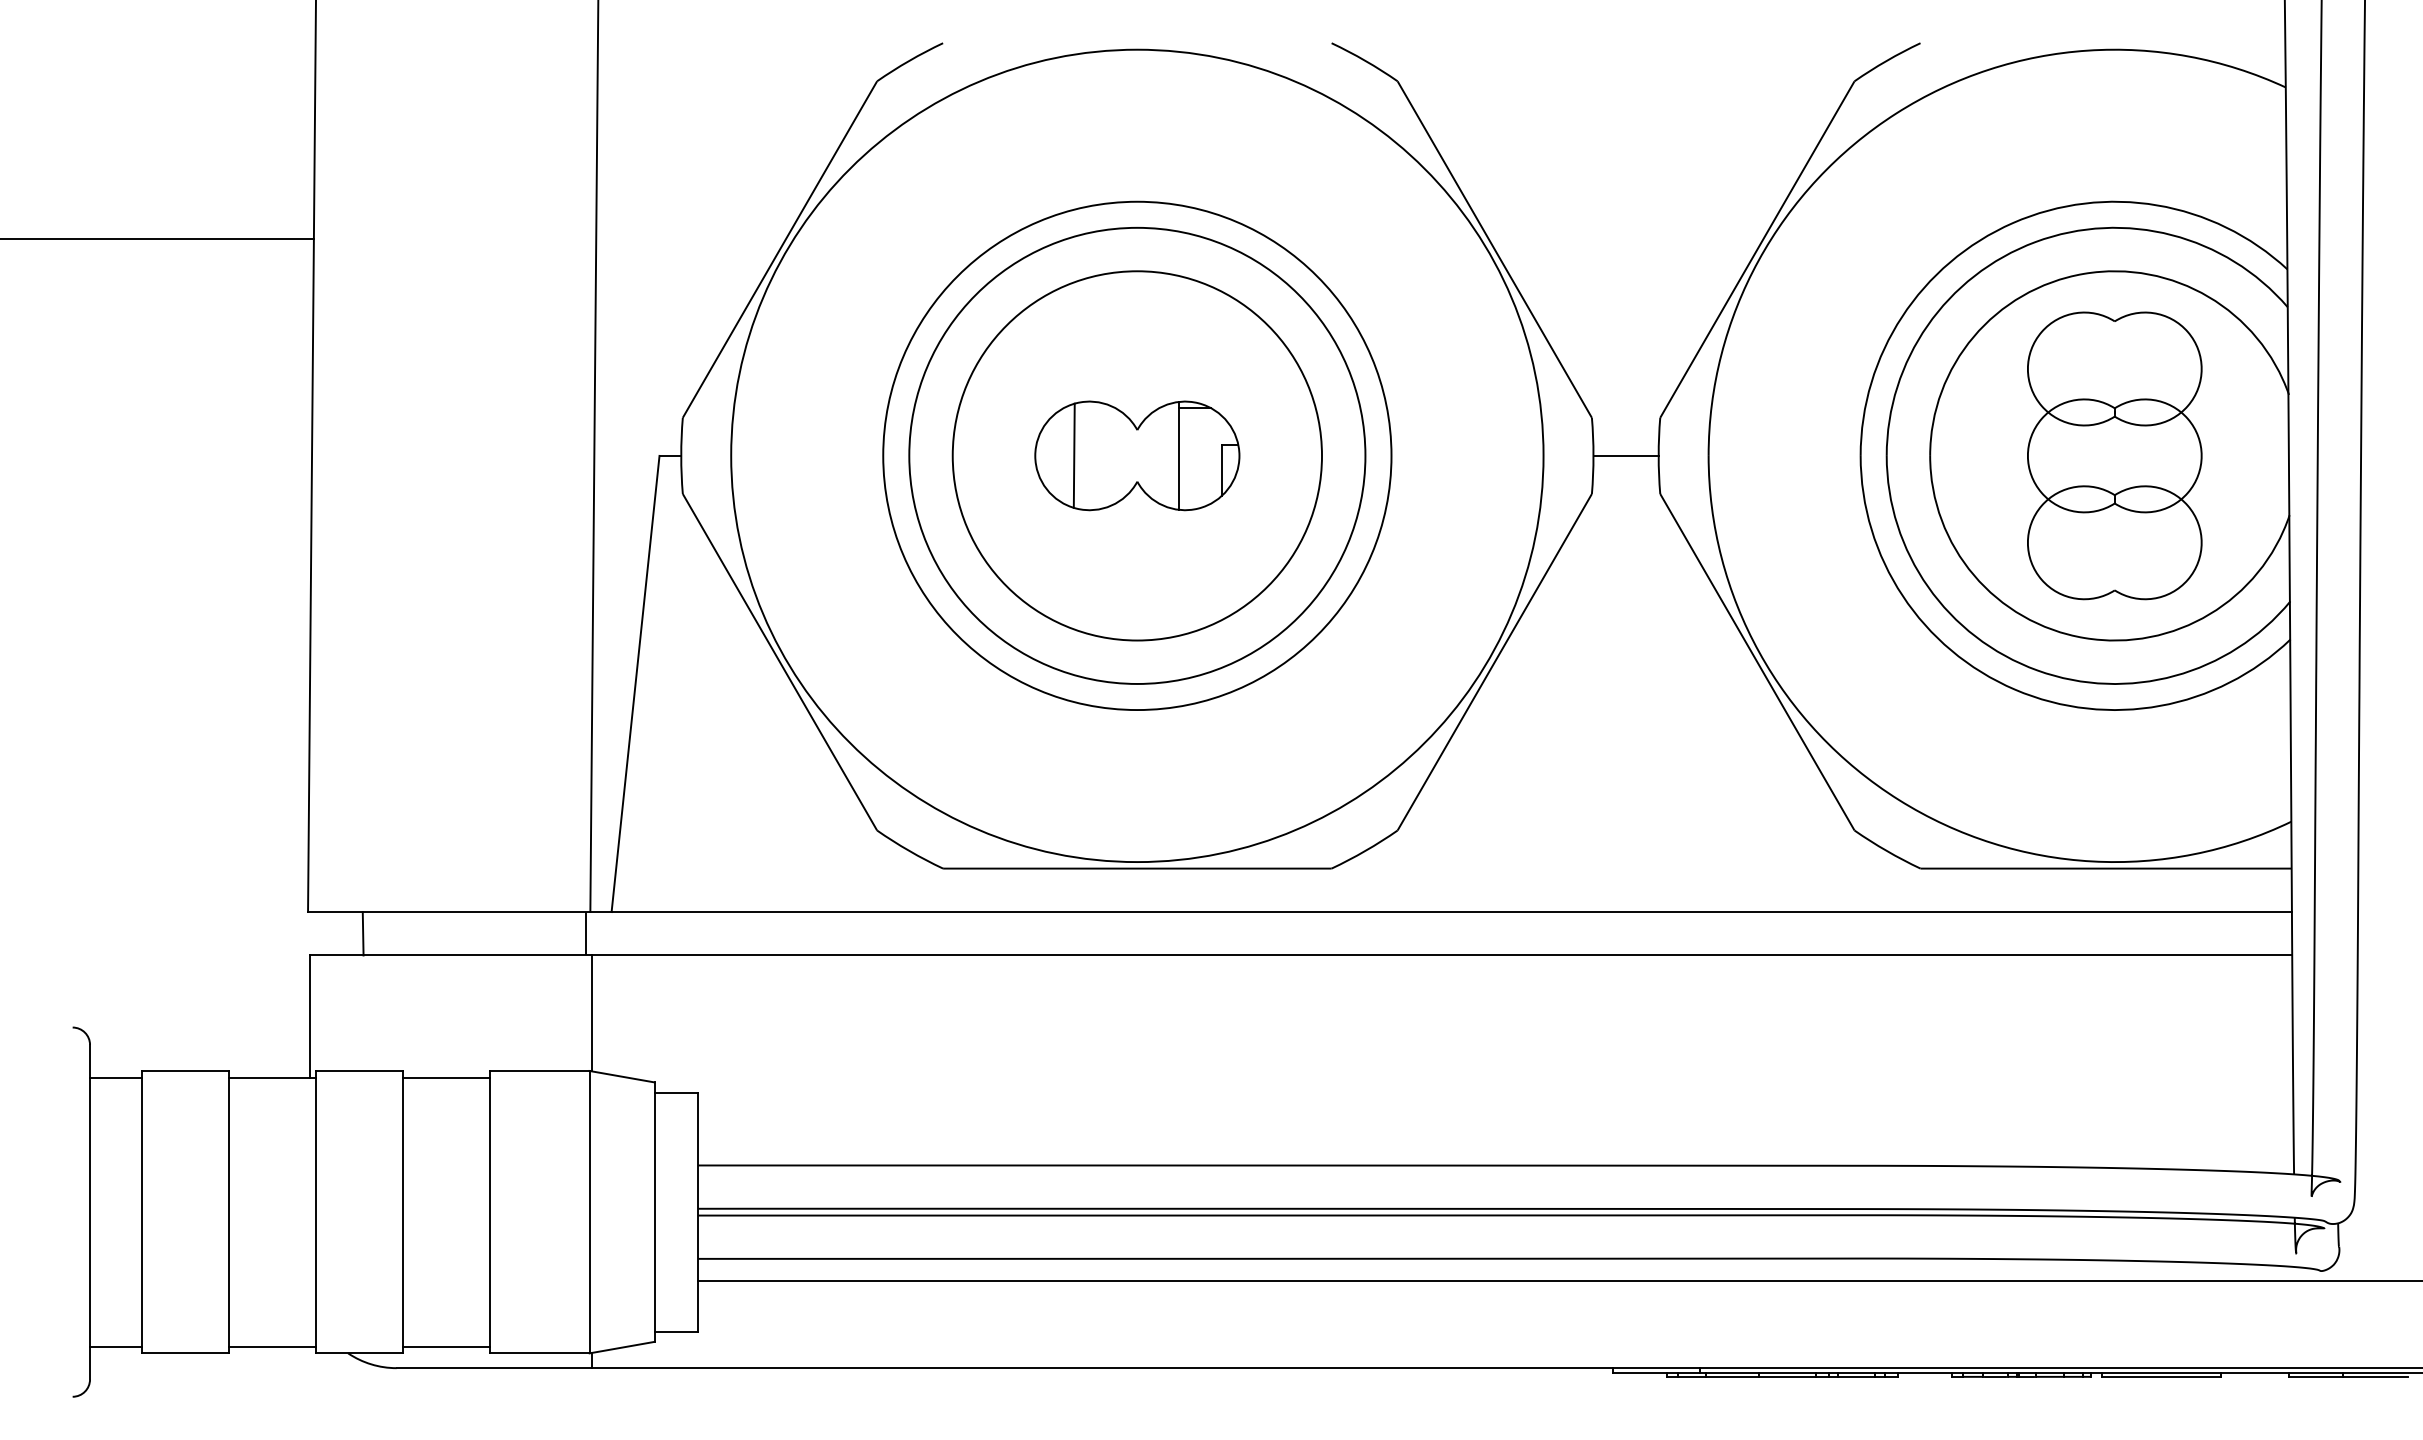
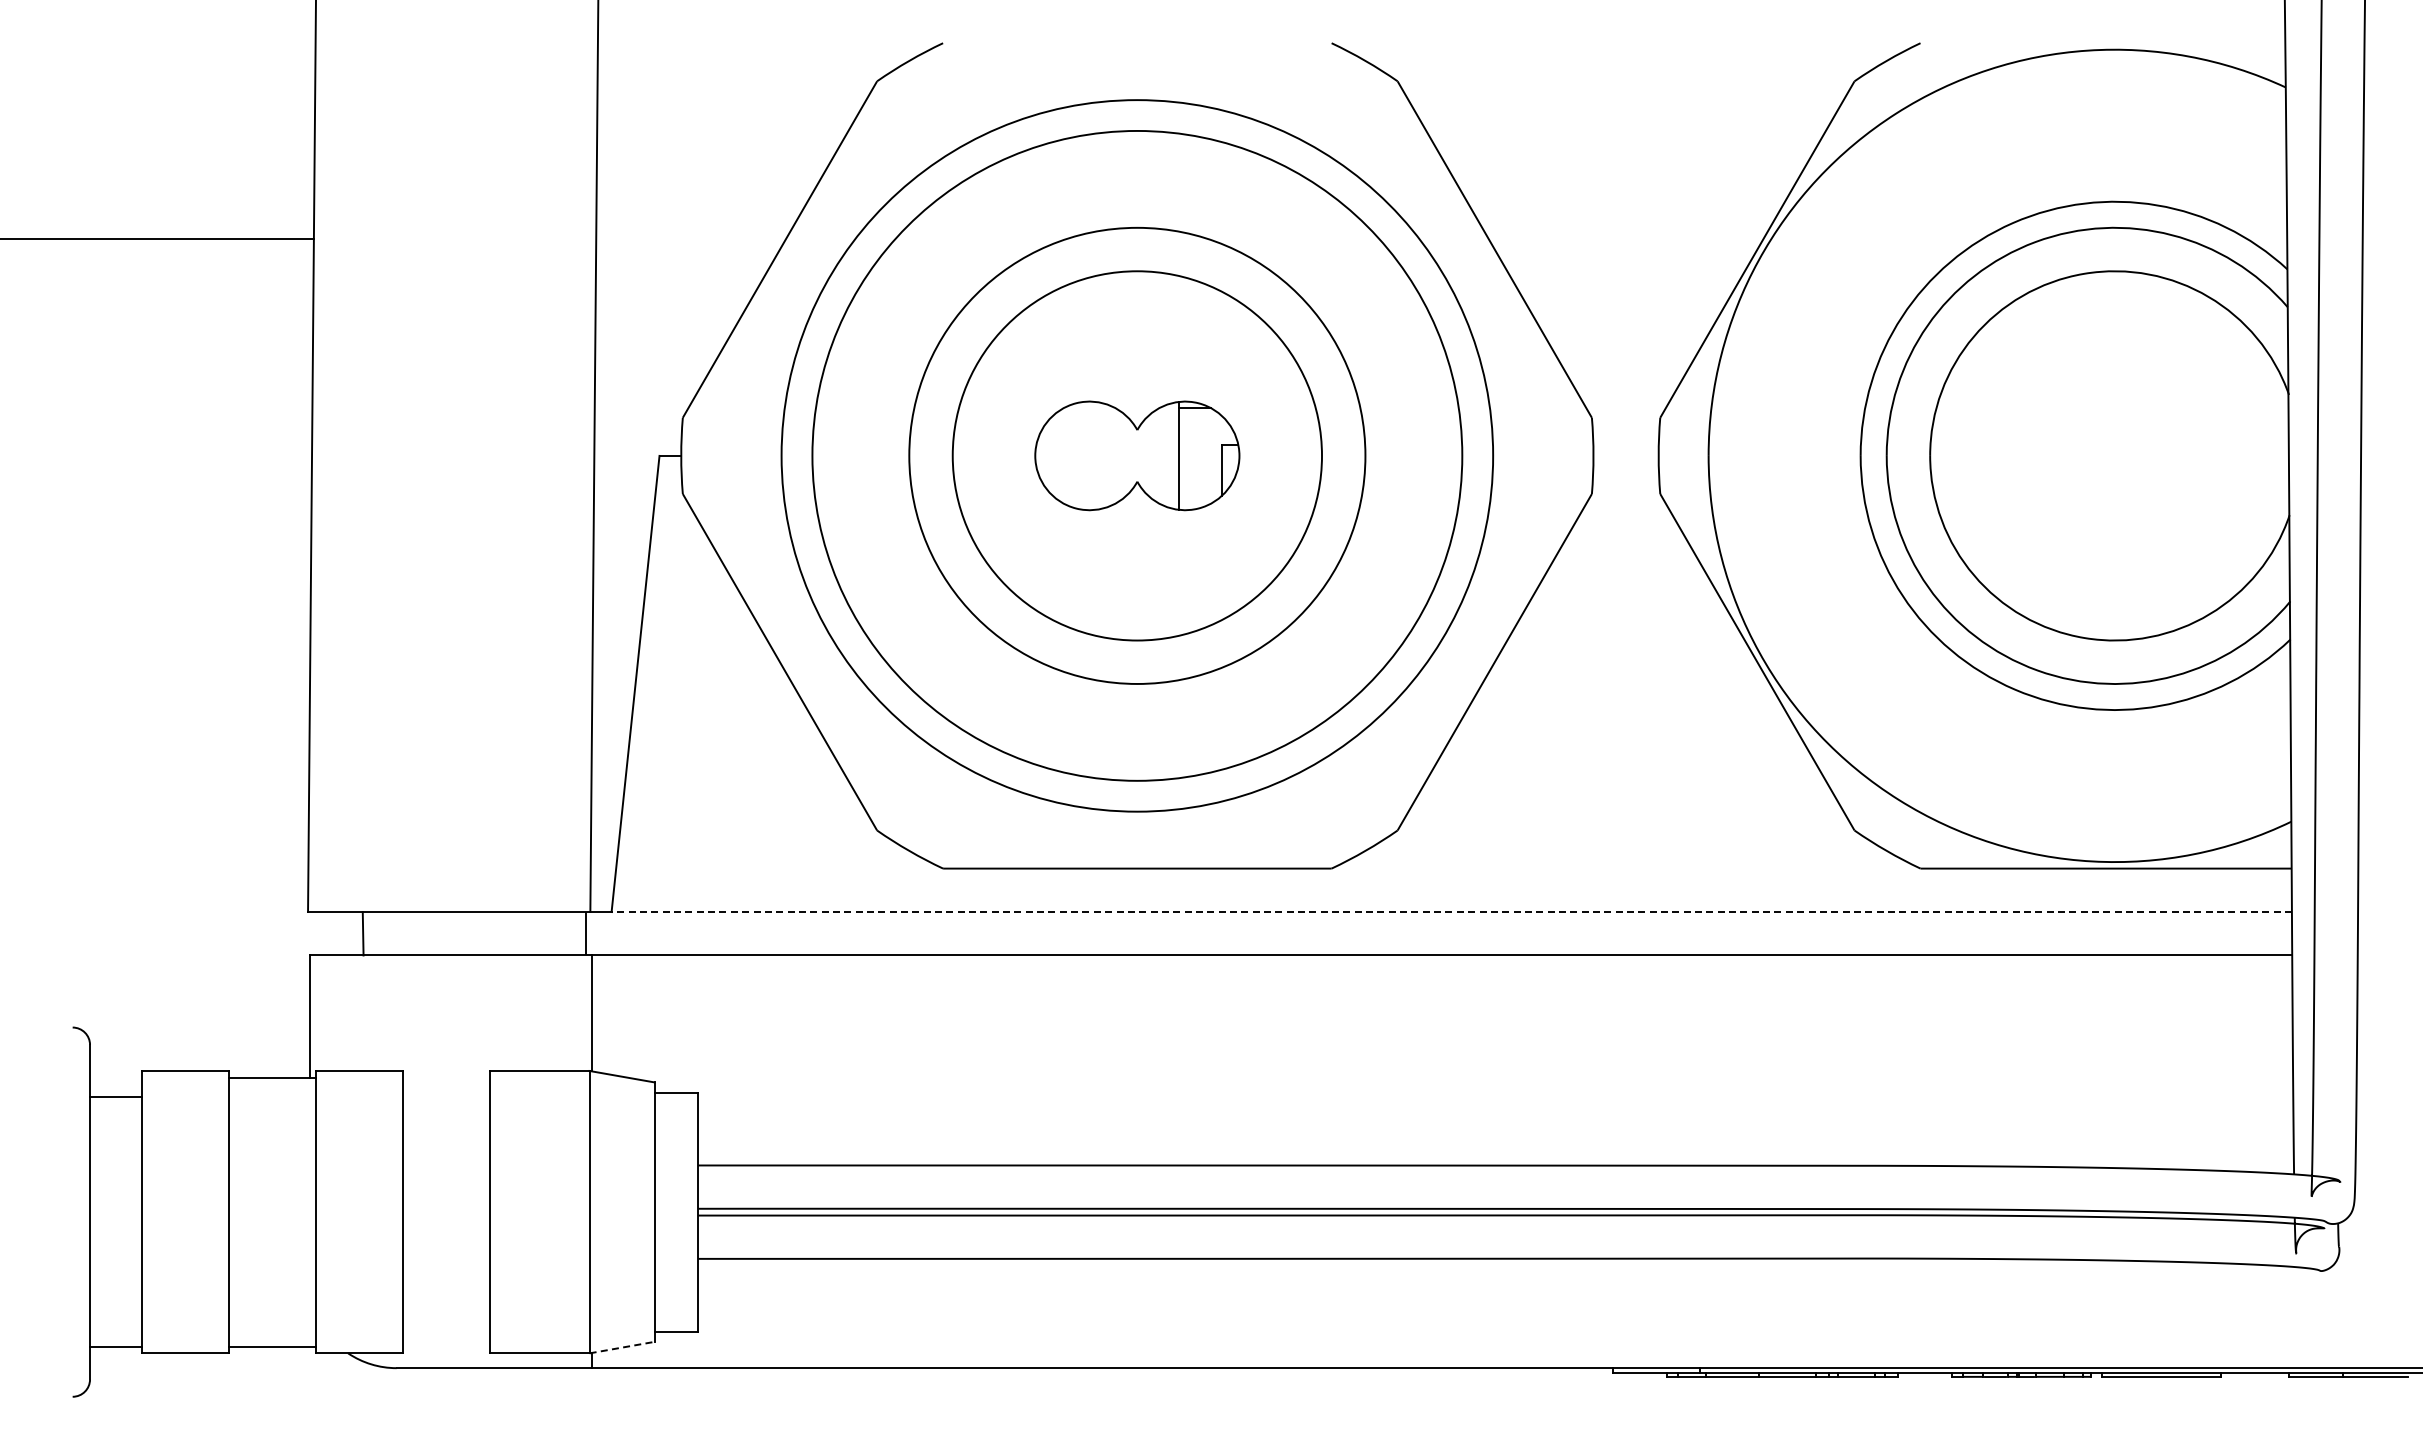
line at (1073, 455): present -> none
circle at (1137, 455) diameter: 508 px -> 712 px
circle at (1137, 455) diameter: 812 px -> 650 px
line at (1625, 455): present -> none
part at (2114, 455): present -> none
line at (1451, 912): solid -> dashed
line at (116, 1077) position: (116, 1077) -> (116, 1096)
line at (445, 1077): present -> none
line at (1558, 1281): present -> none
line at (445, 1346): present -> none
line at (622, 1347): solid -> dashed
